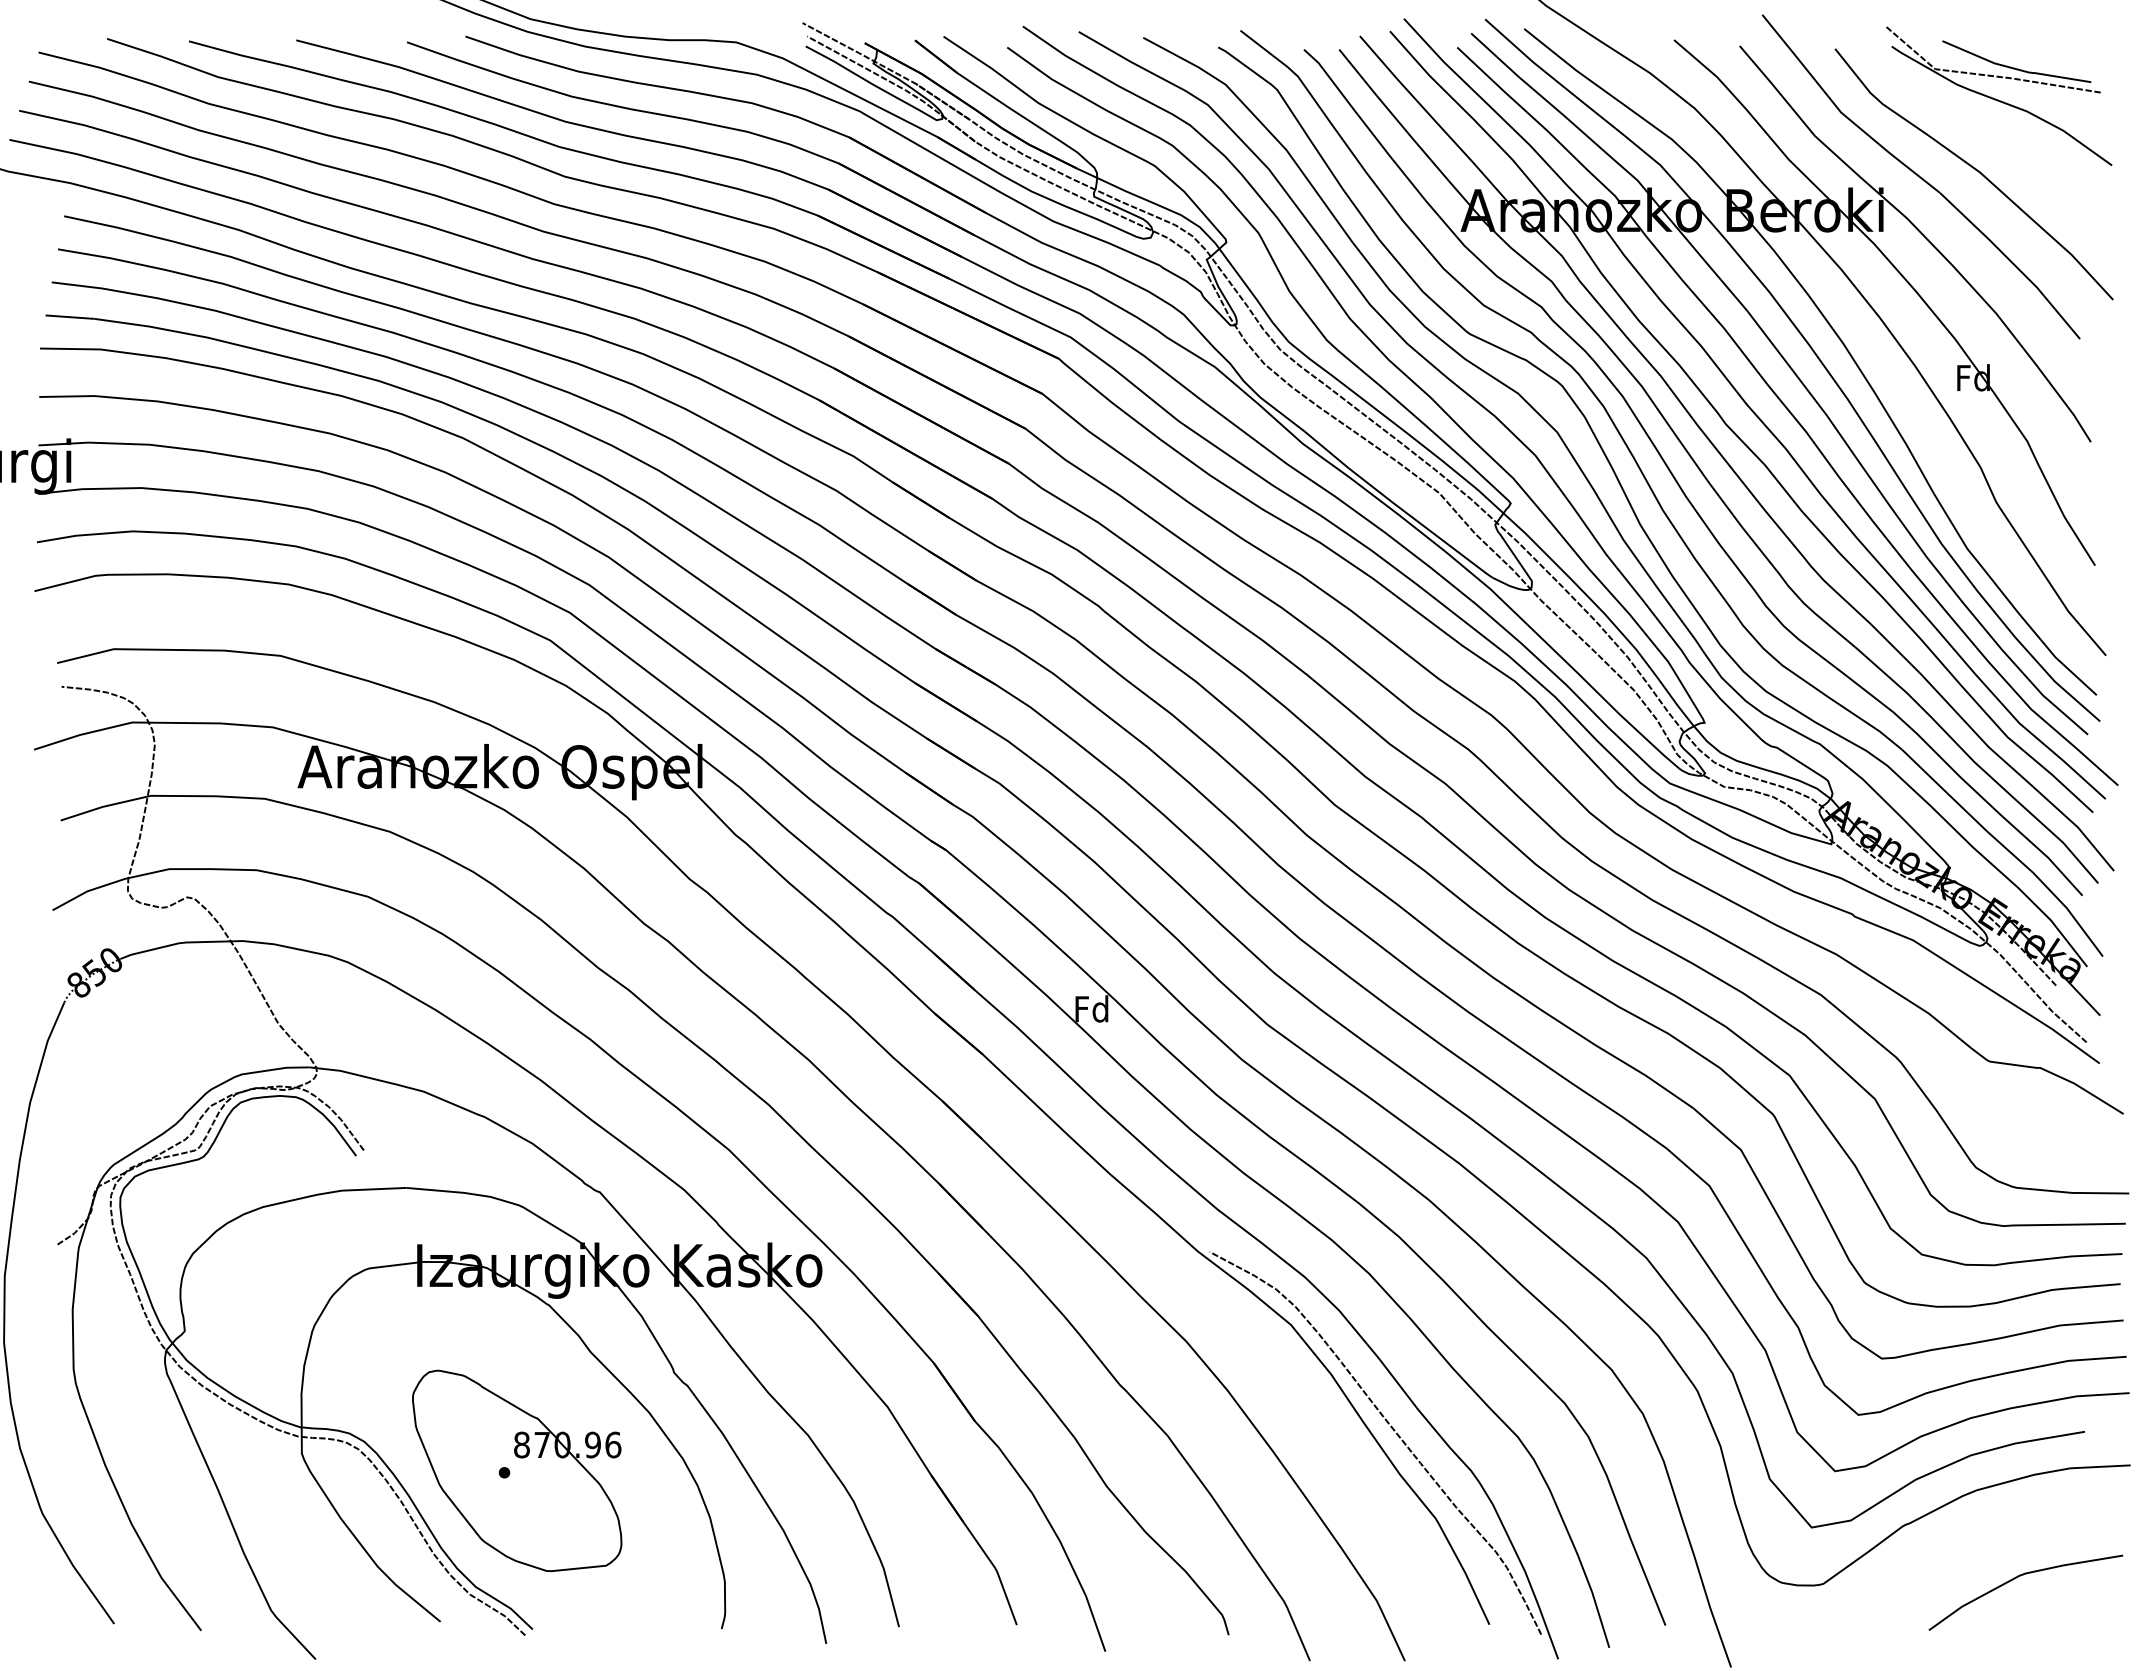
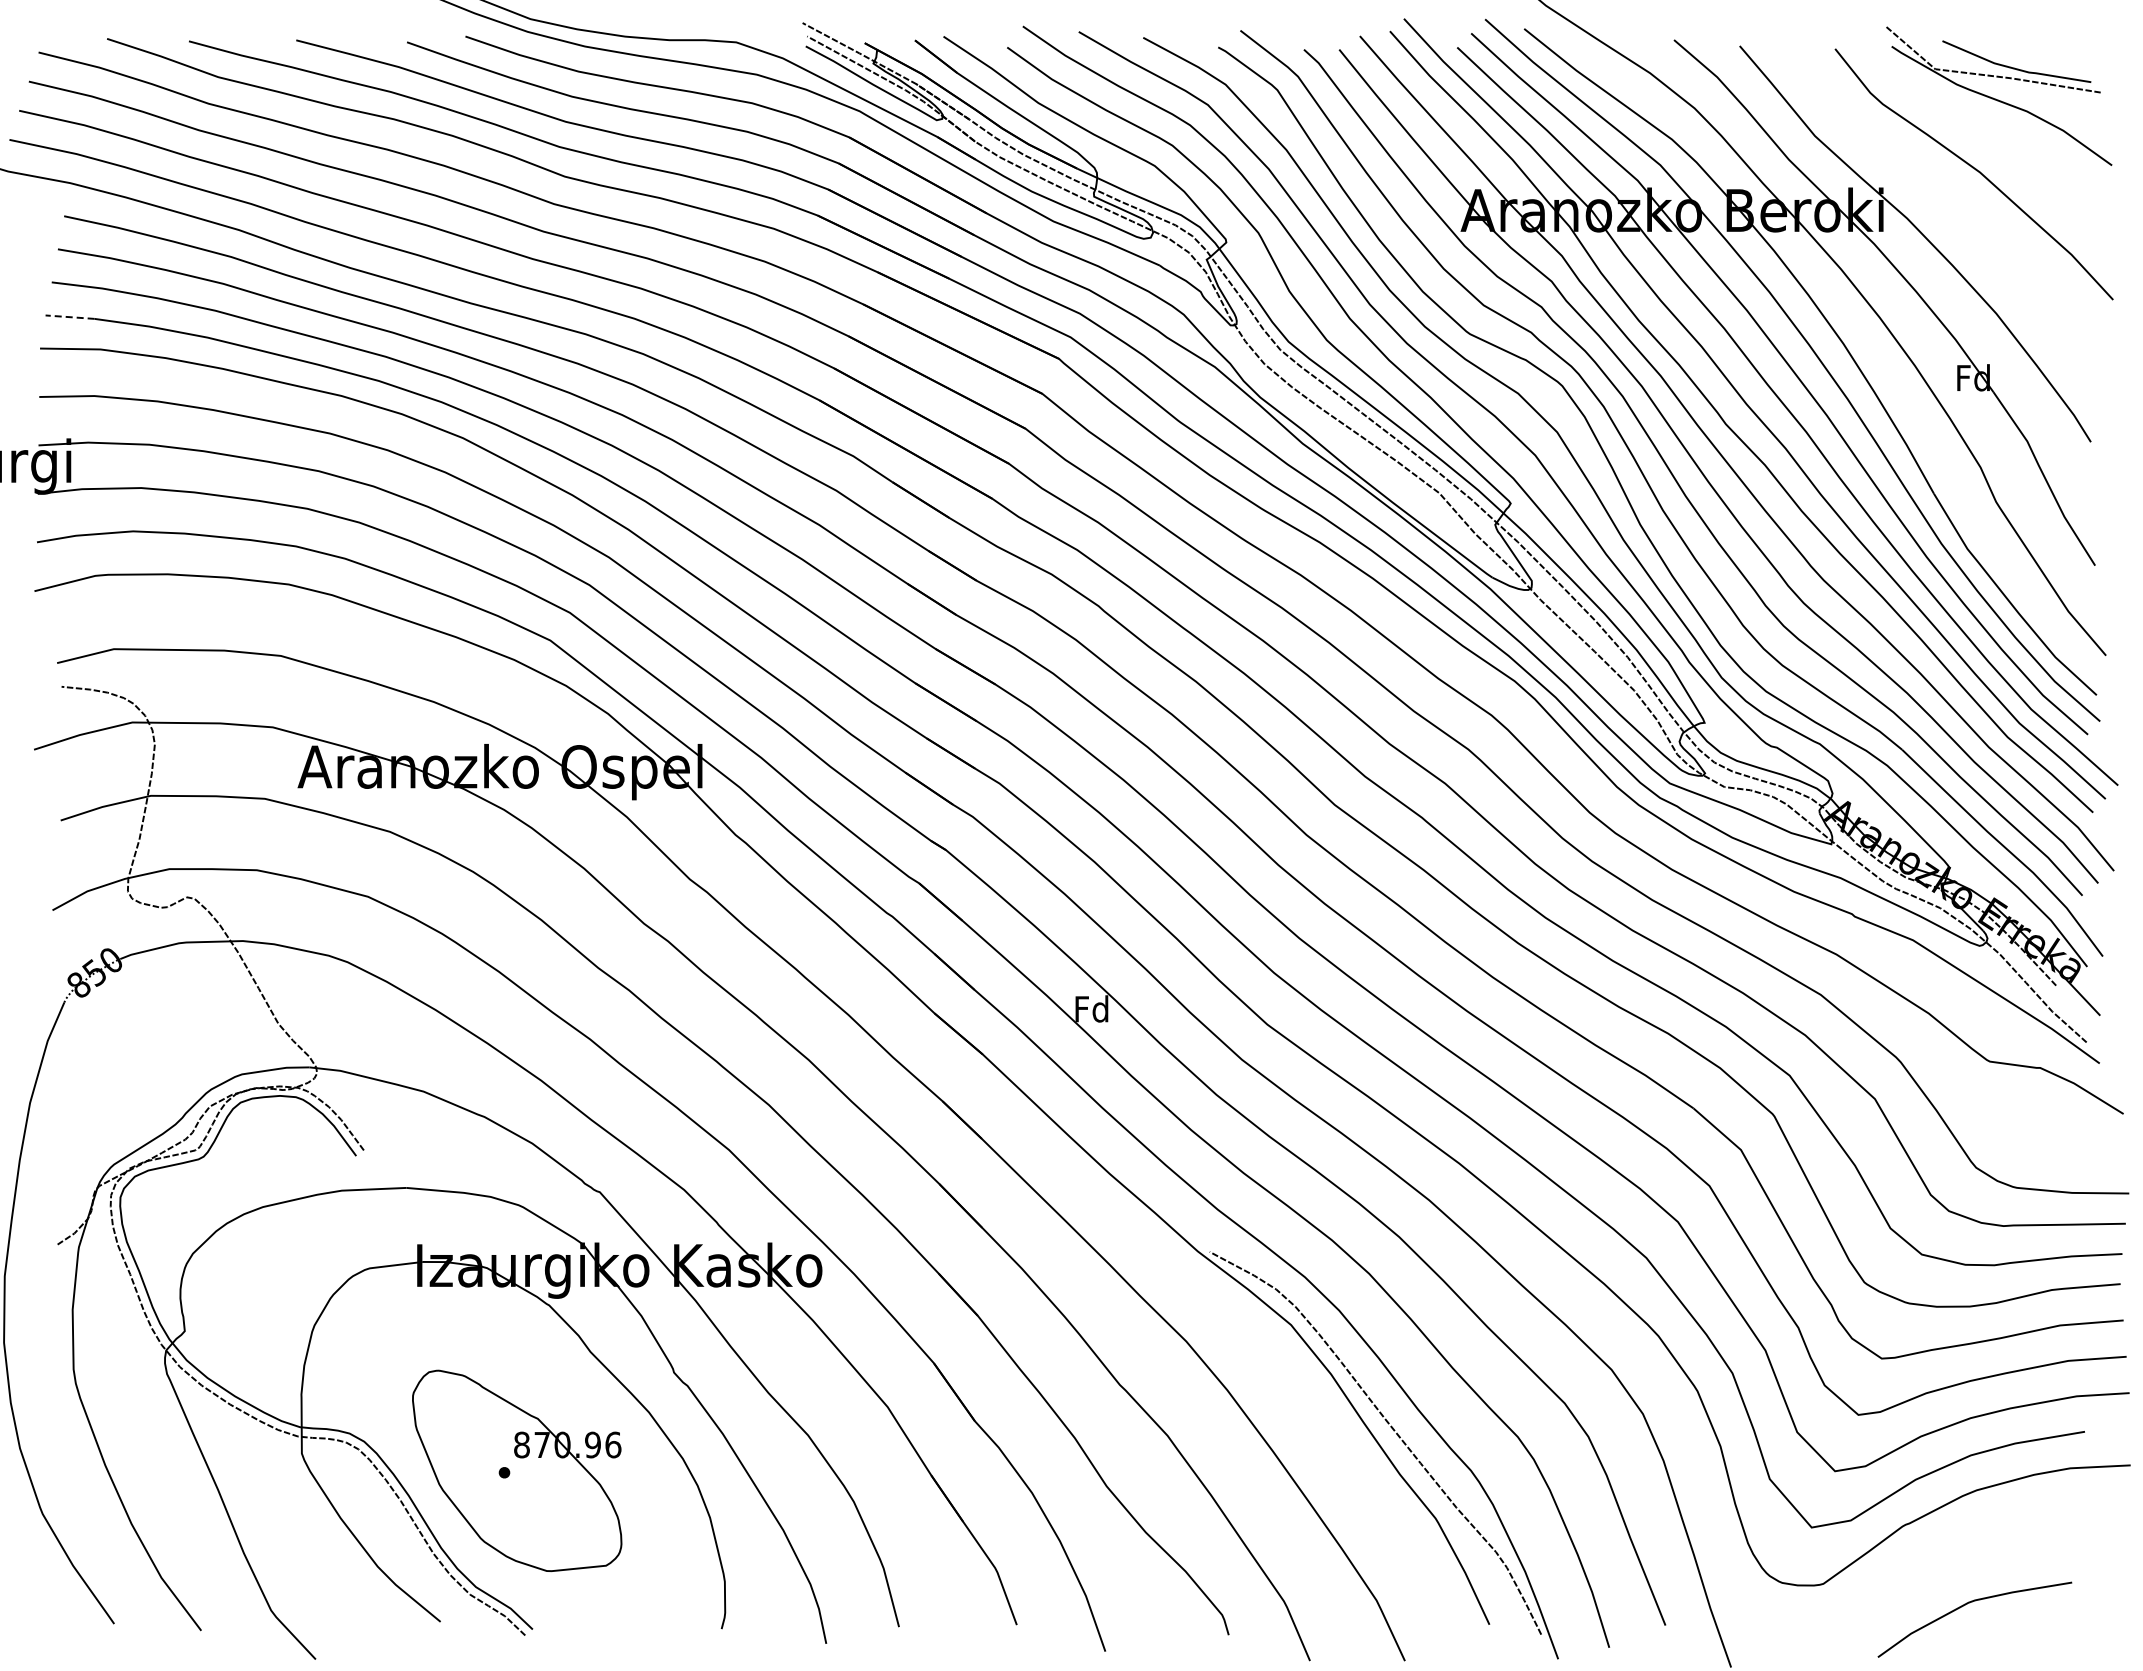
part at (1920, 176): present -> none
line at (70, 317): solid -> dashed
curve at (2018, 1577) position: (2018, 1577) -> (1967, 1604)
